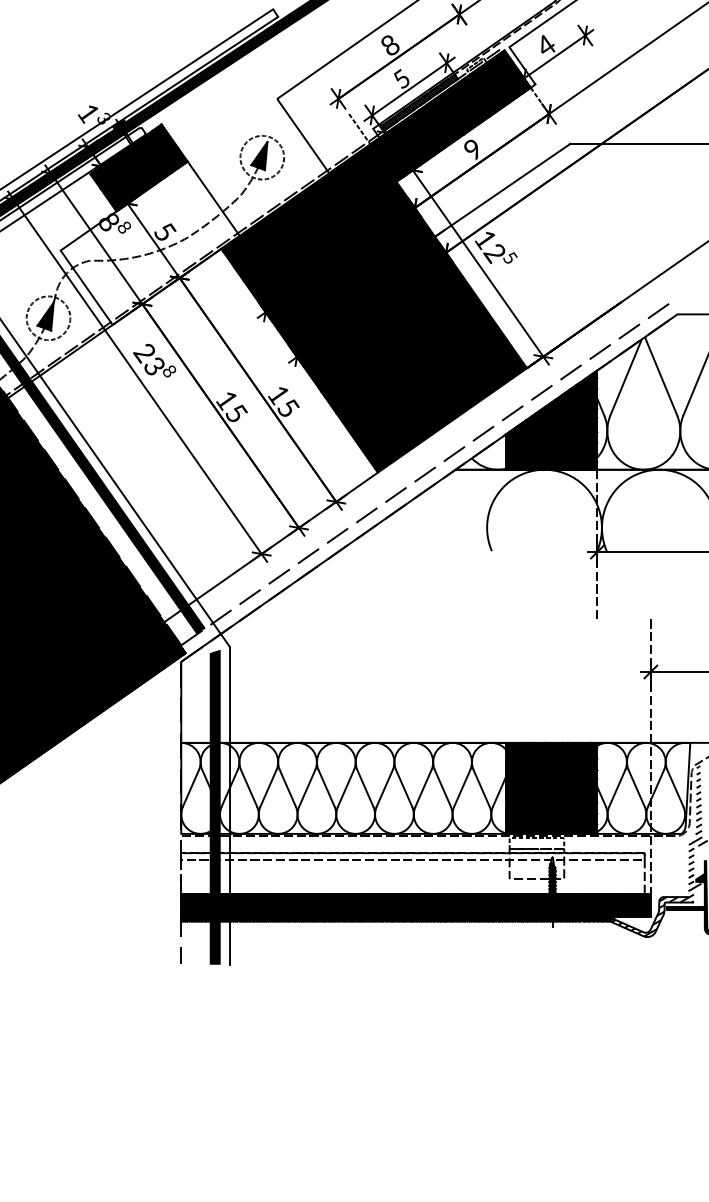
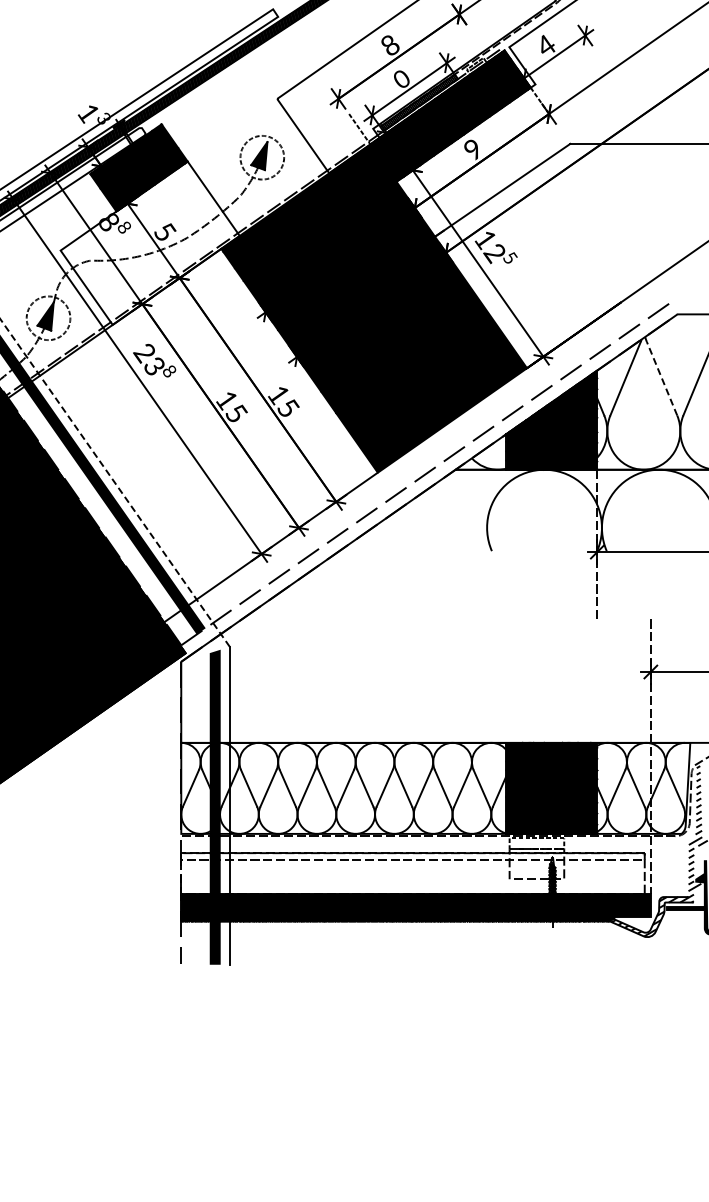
text at (401, 78): 5 -> 0
line at (662, 378): solid -> dashed
line at (114, 482): solid -> dashed
